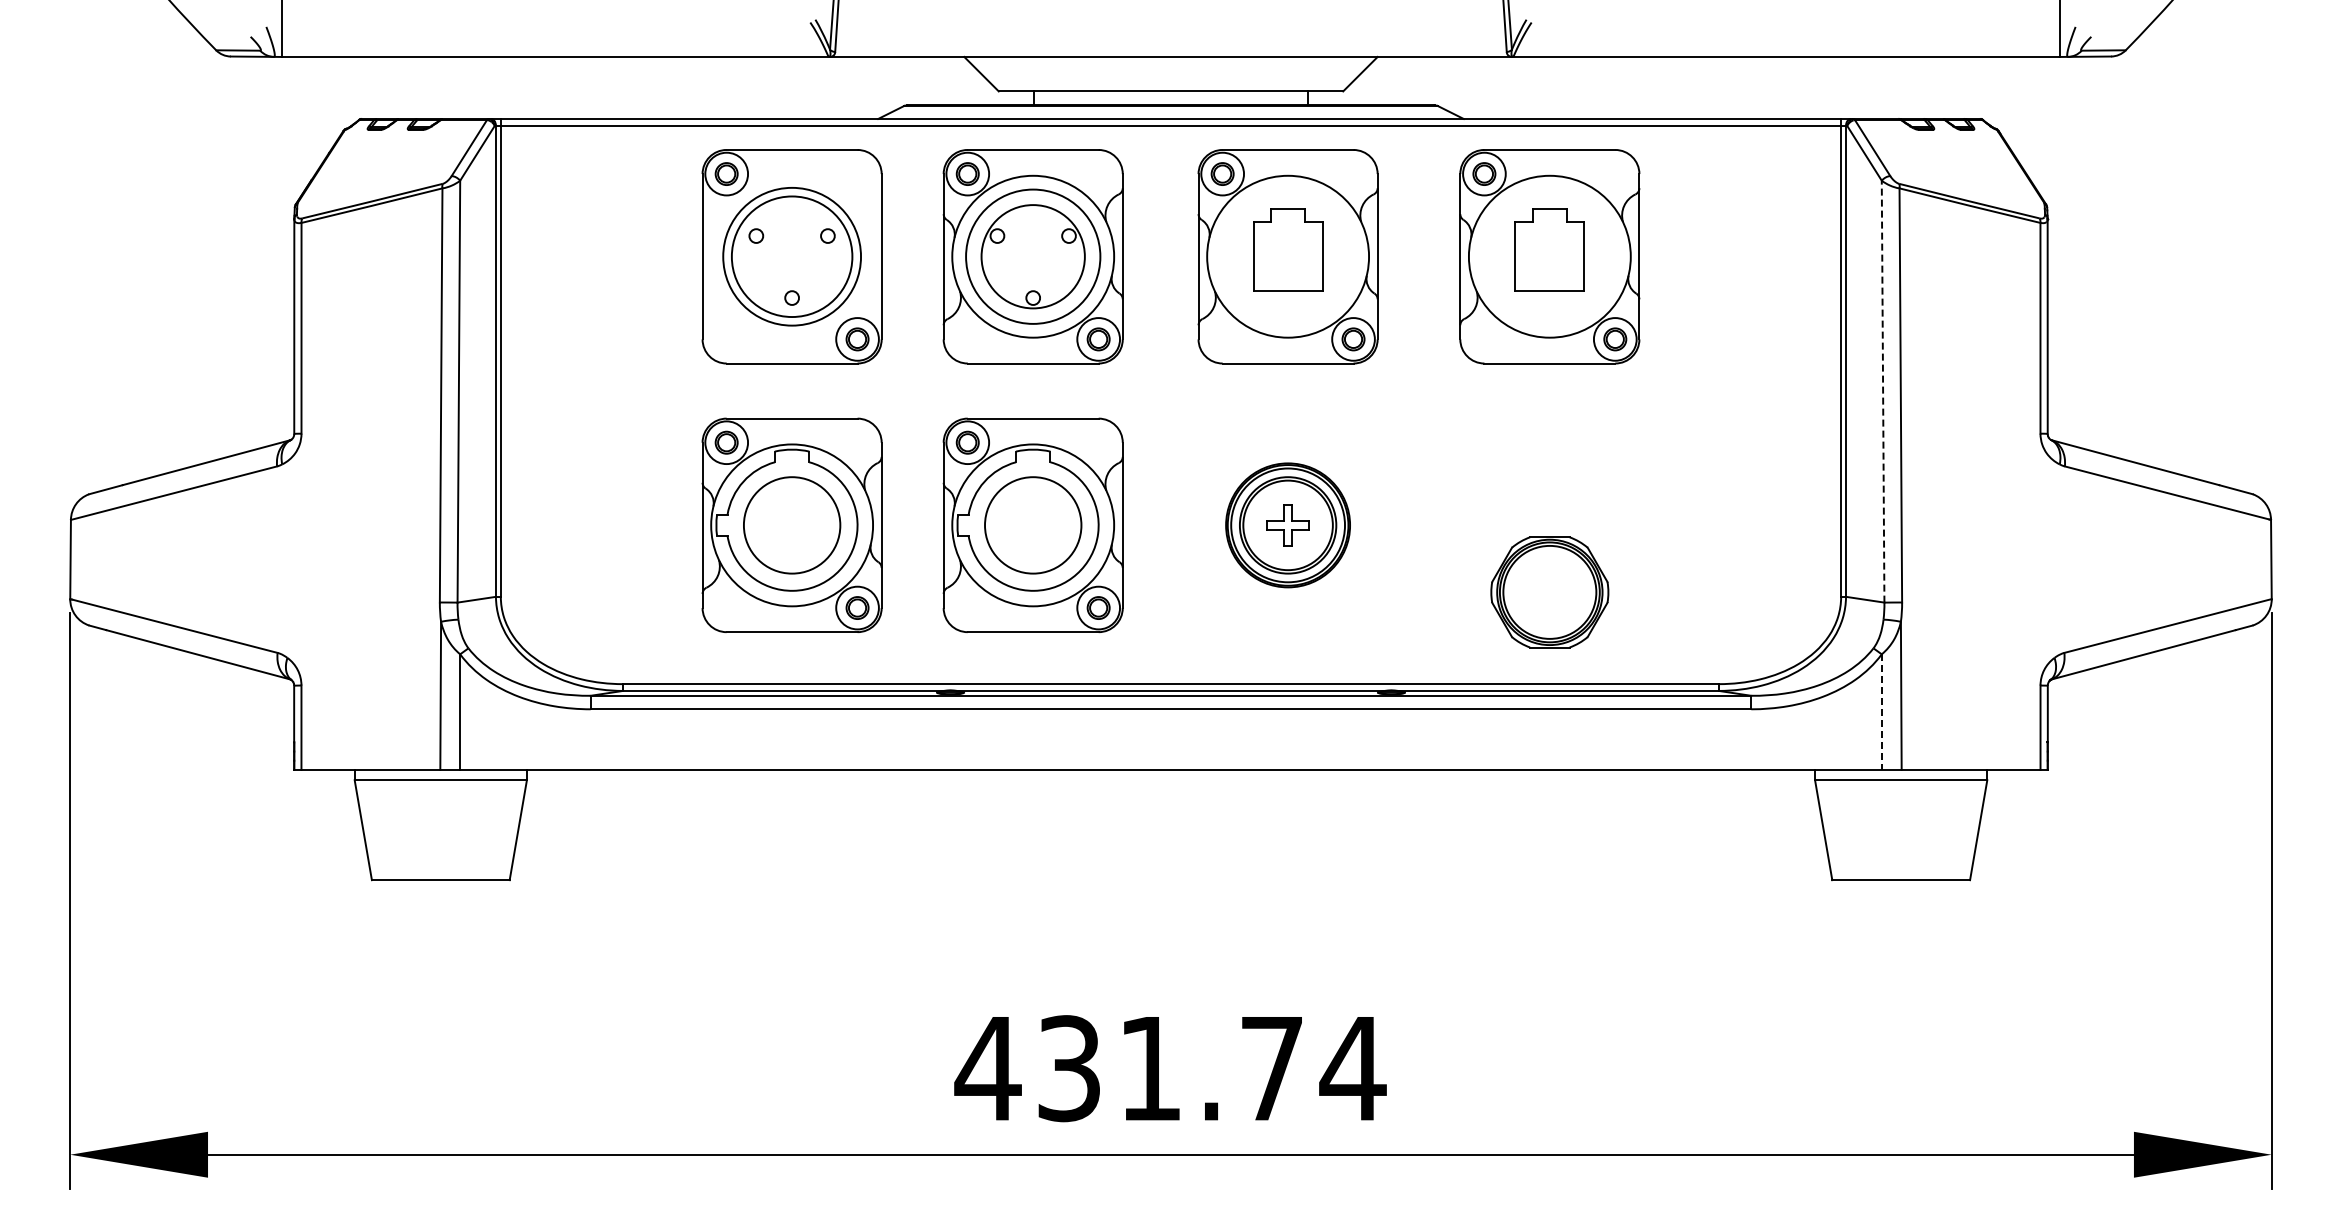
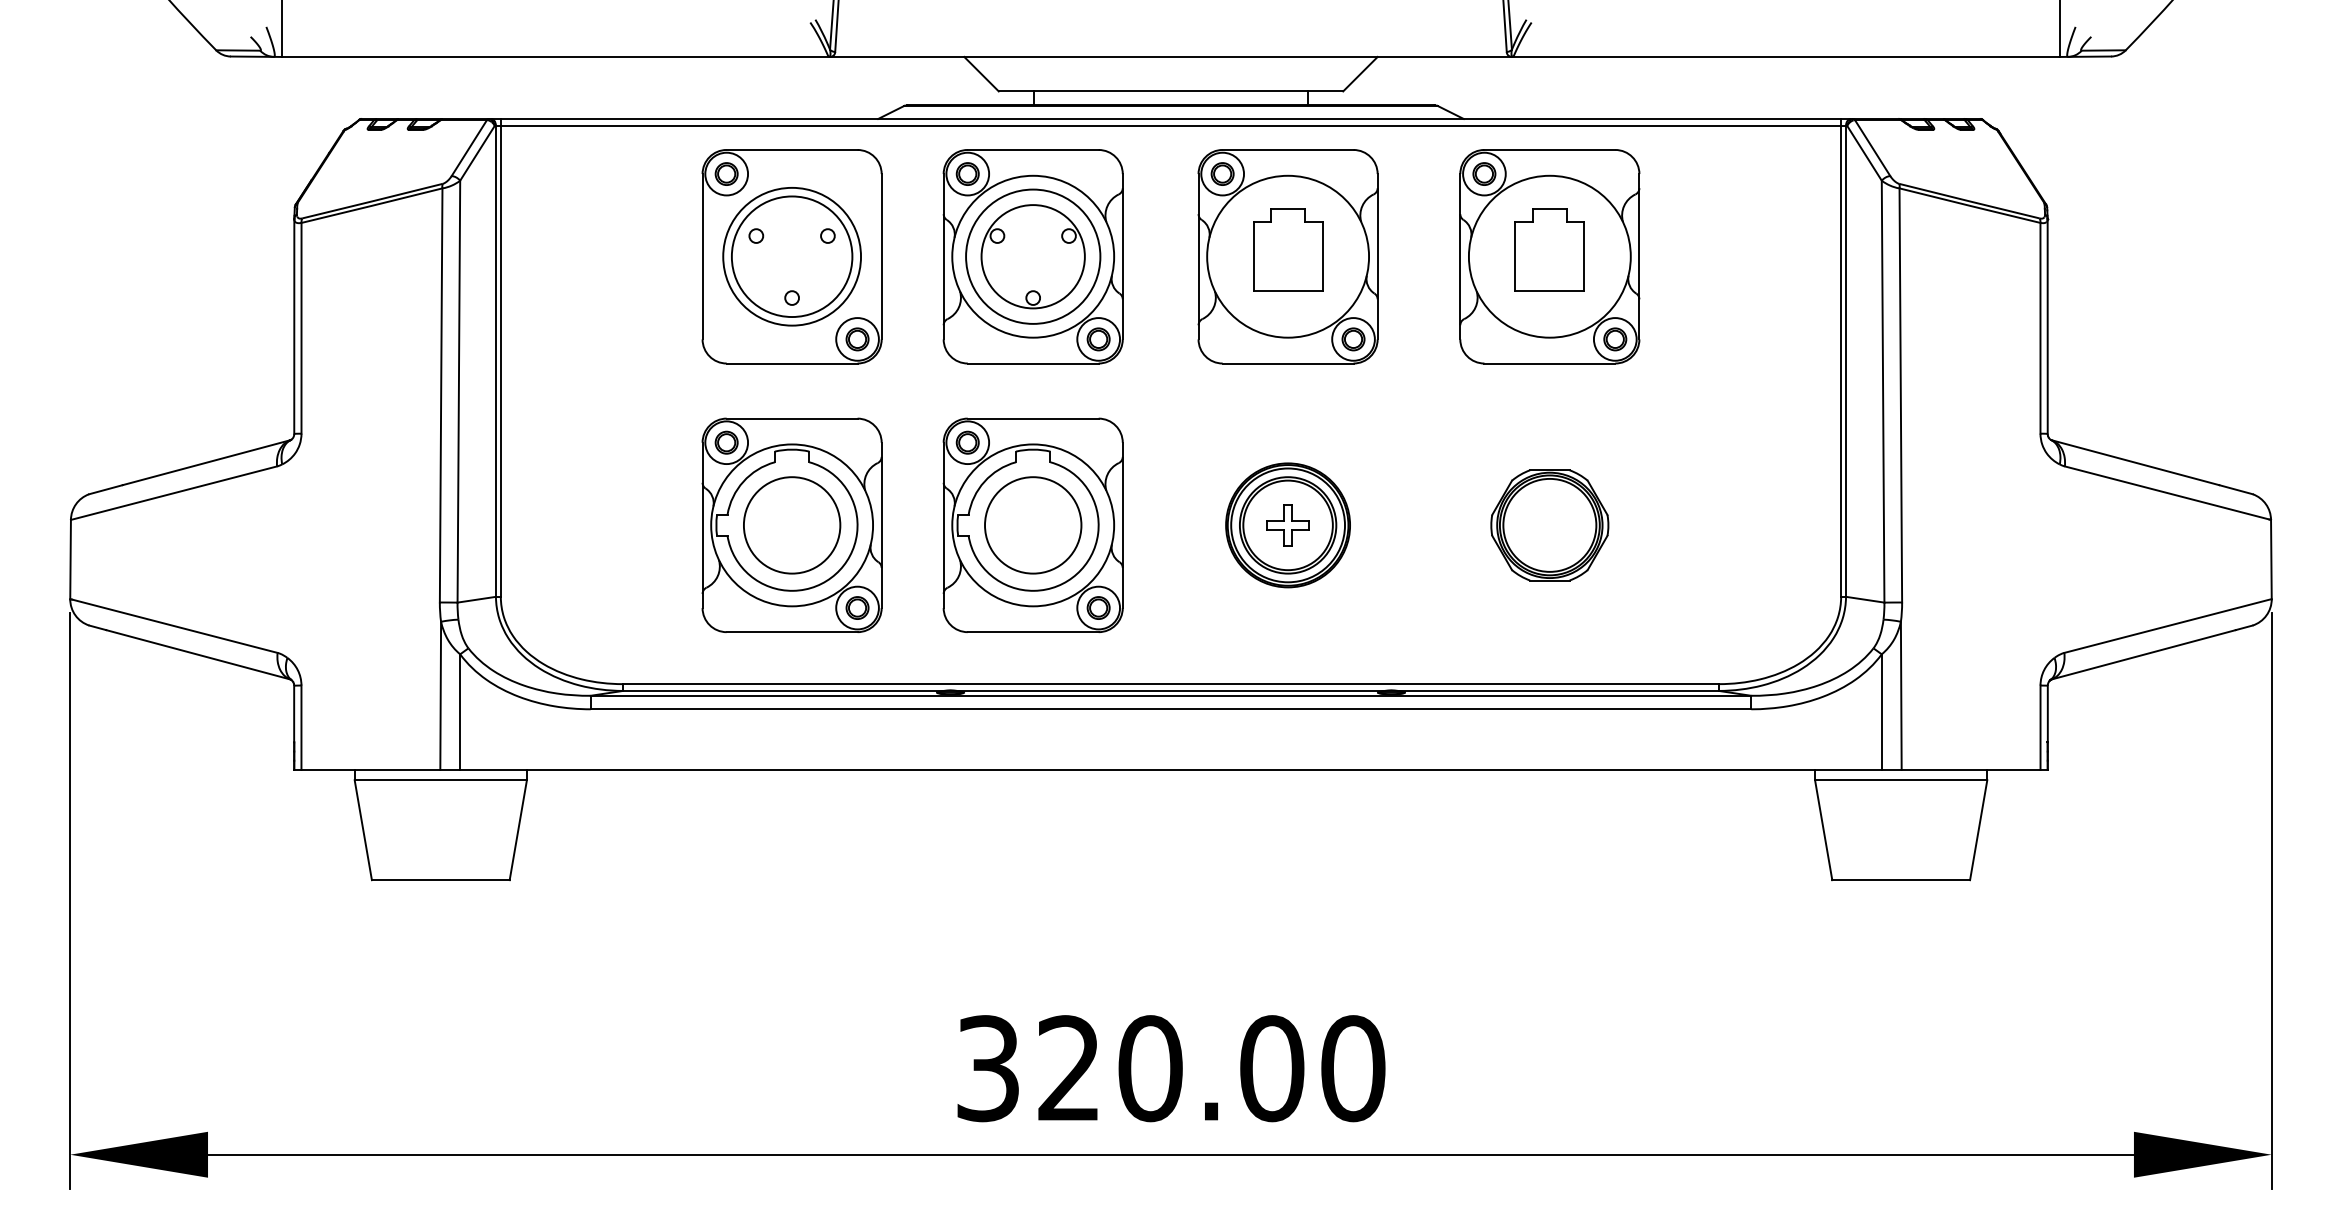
line at (1883, 391): dashed -> solid
part at (1549, 592) position: (1549, 592) -> (1549, 525)
line at (1881, 712): dashed -> solid
text at (1170, 1068): 431.74 -> 320.00
